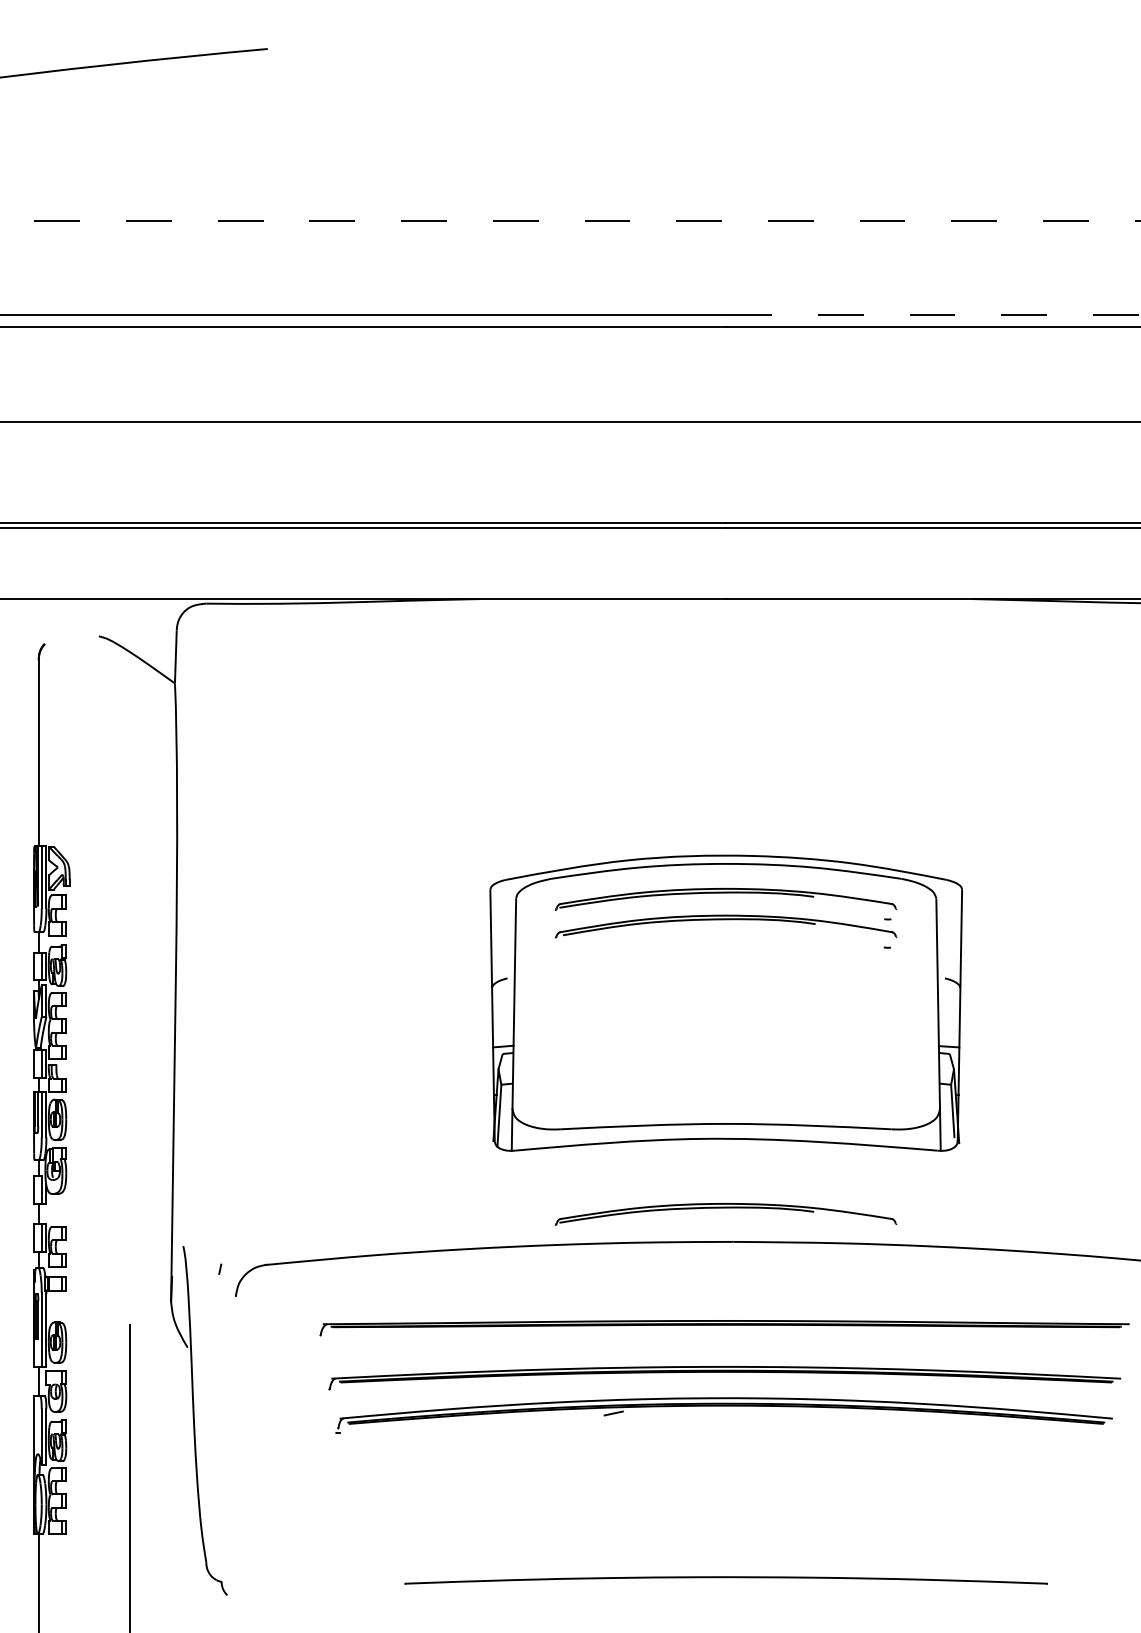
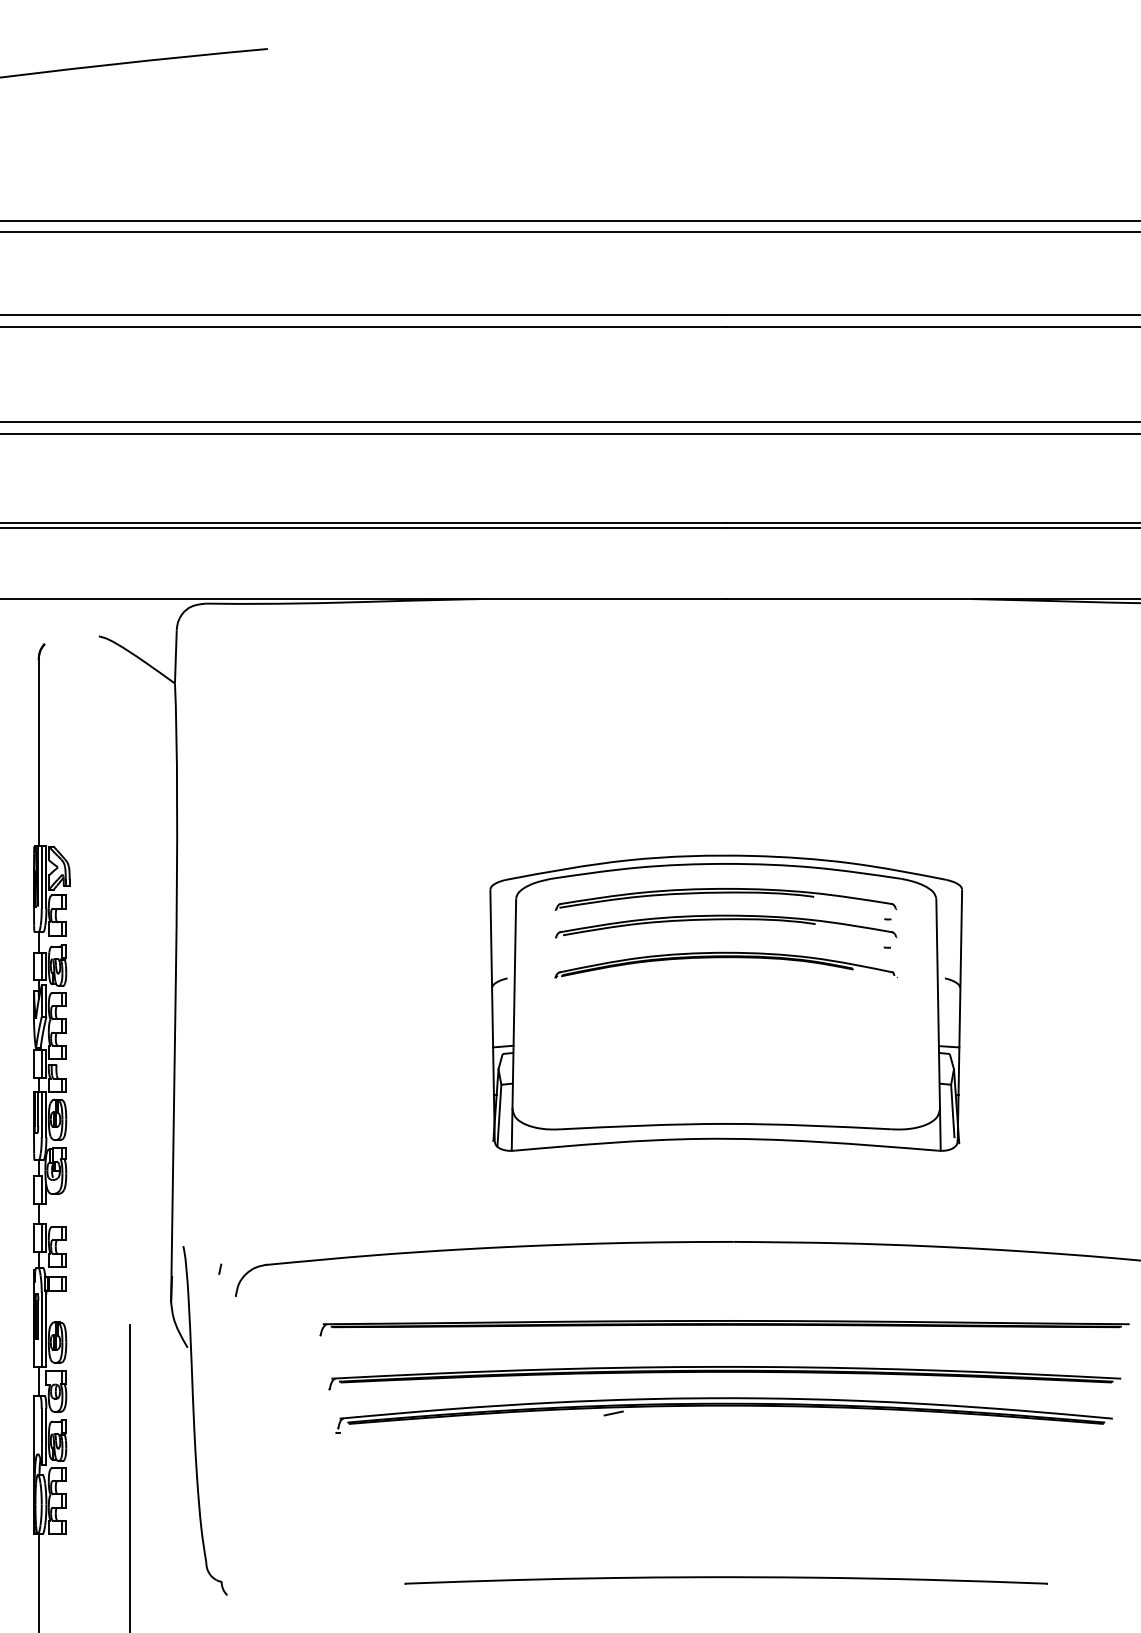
line at (570, 220): dashed -> solid
line at (569, 232): none -> present
line at (933, 314): dashed -> solid
line at (569, 434): none -> present
part at (725, 964): none -> present
part at (725, 1214): present -> none
